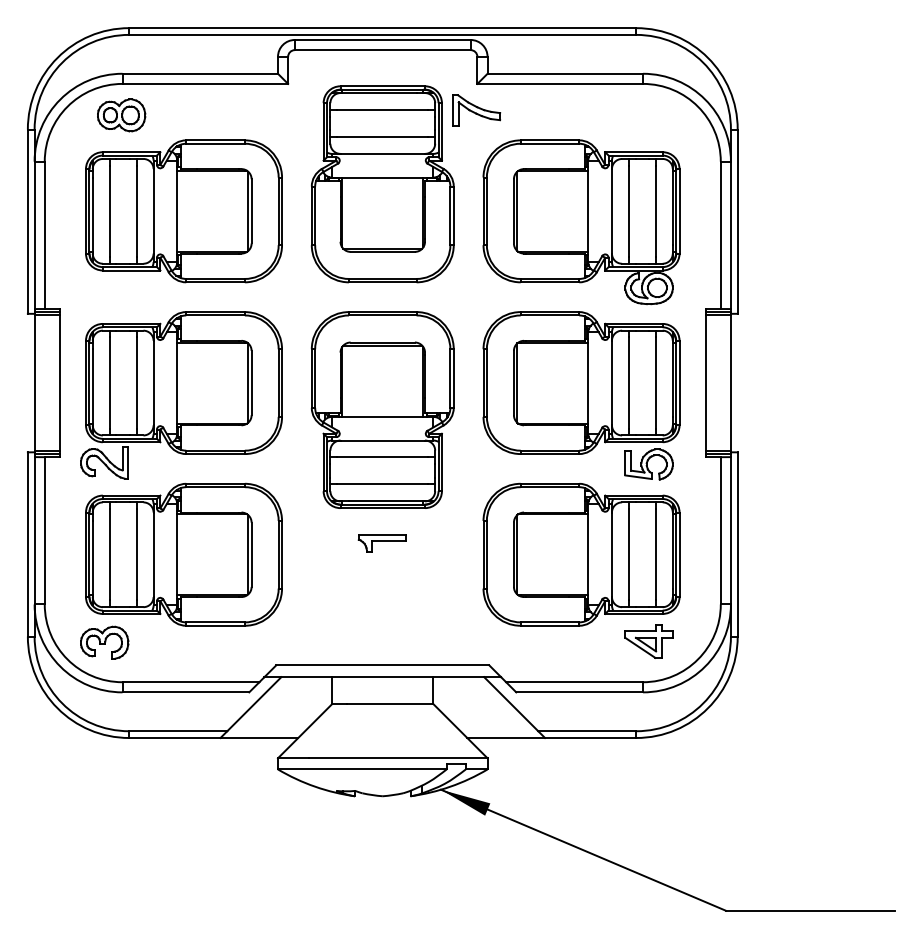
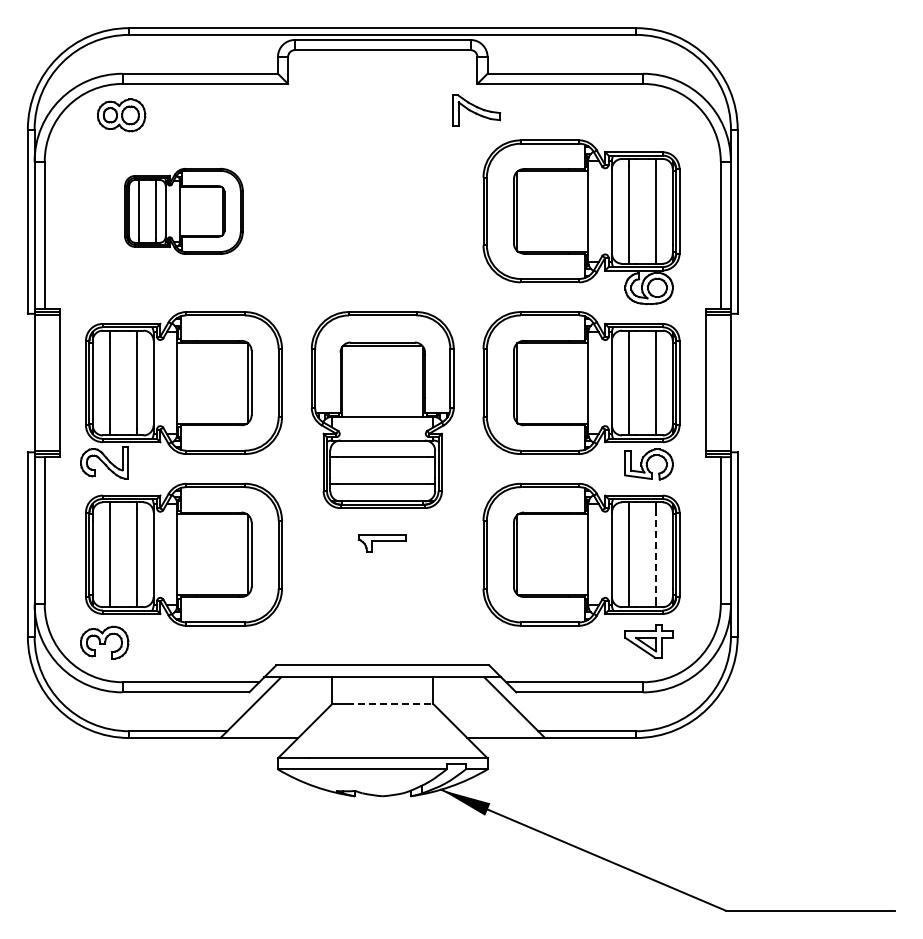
part at (382, 184): present -> none
part at (183, 211) size: 198x145 px -> 120x87 px
line at (655, 554): solid -> dashed
line at (390, 704): solid -> dashed
